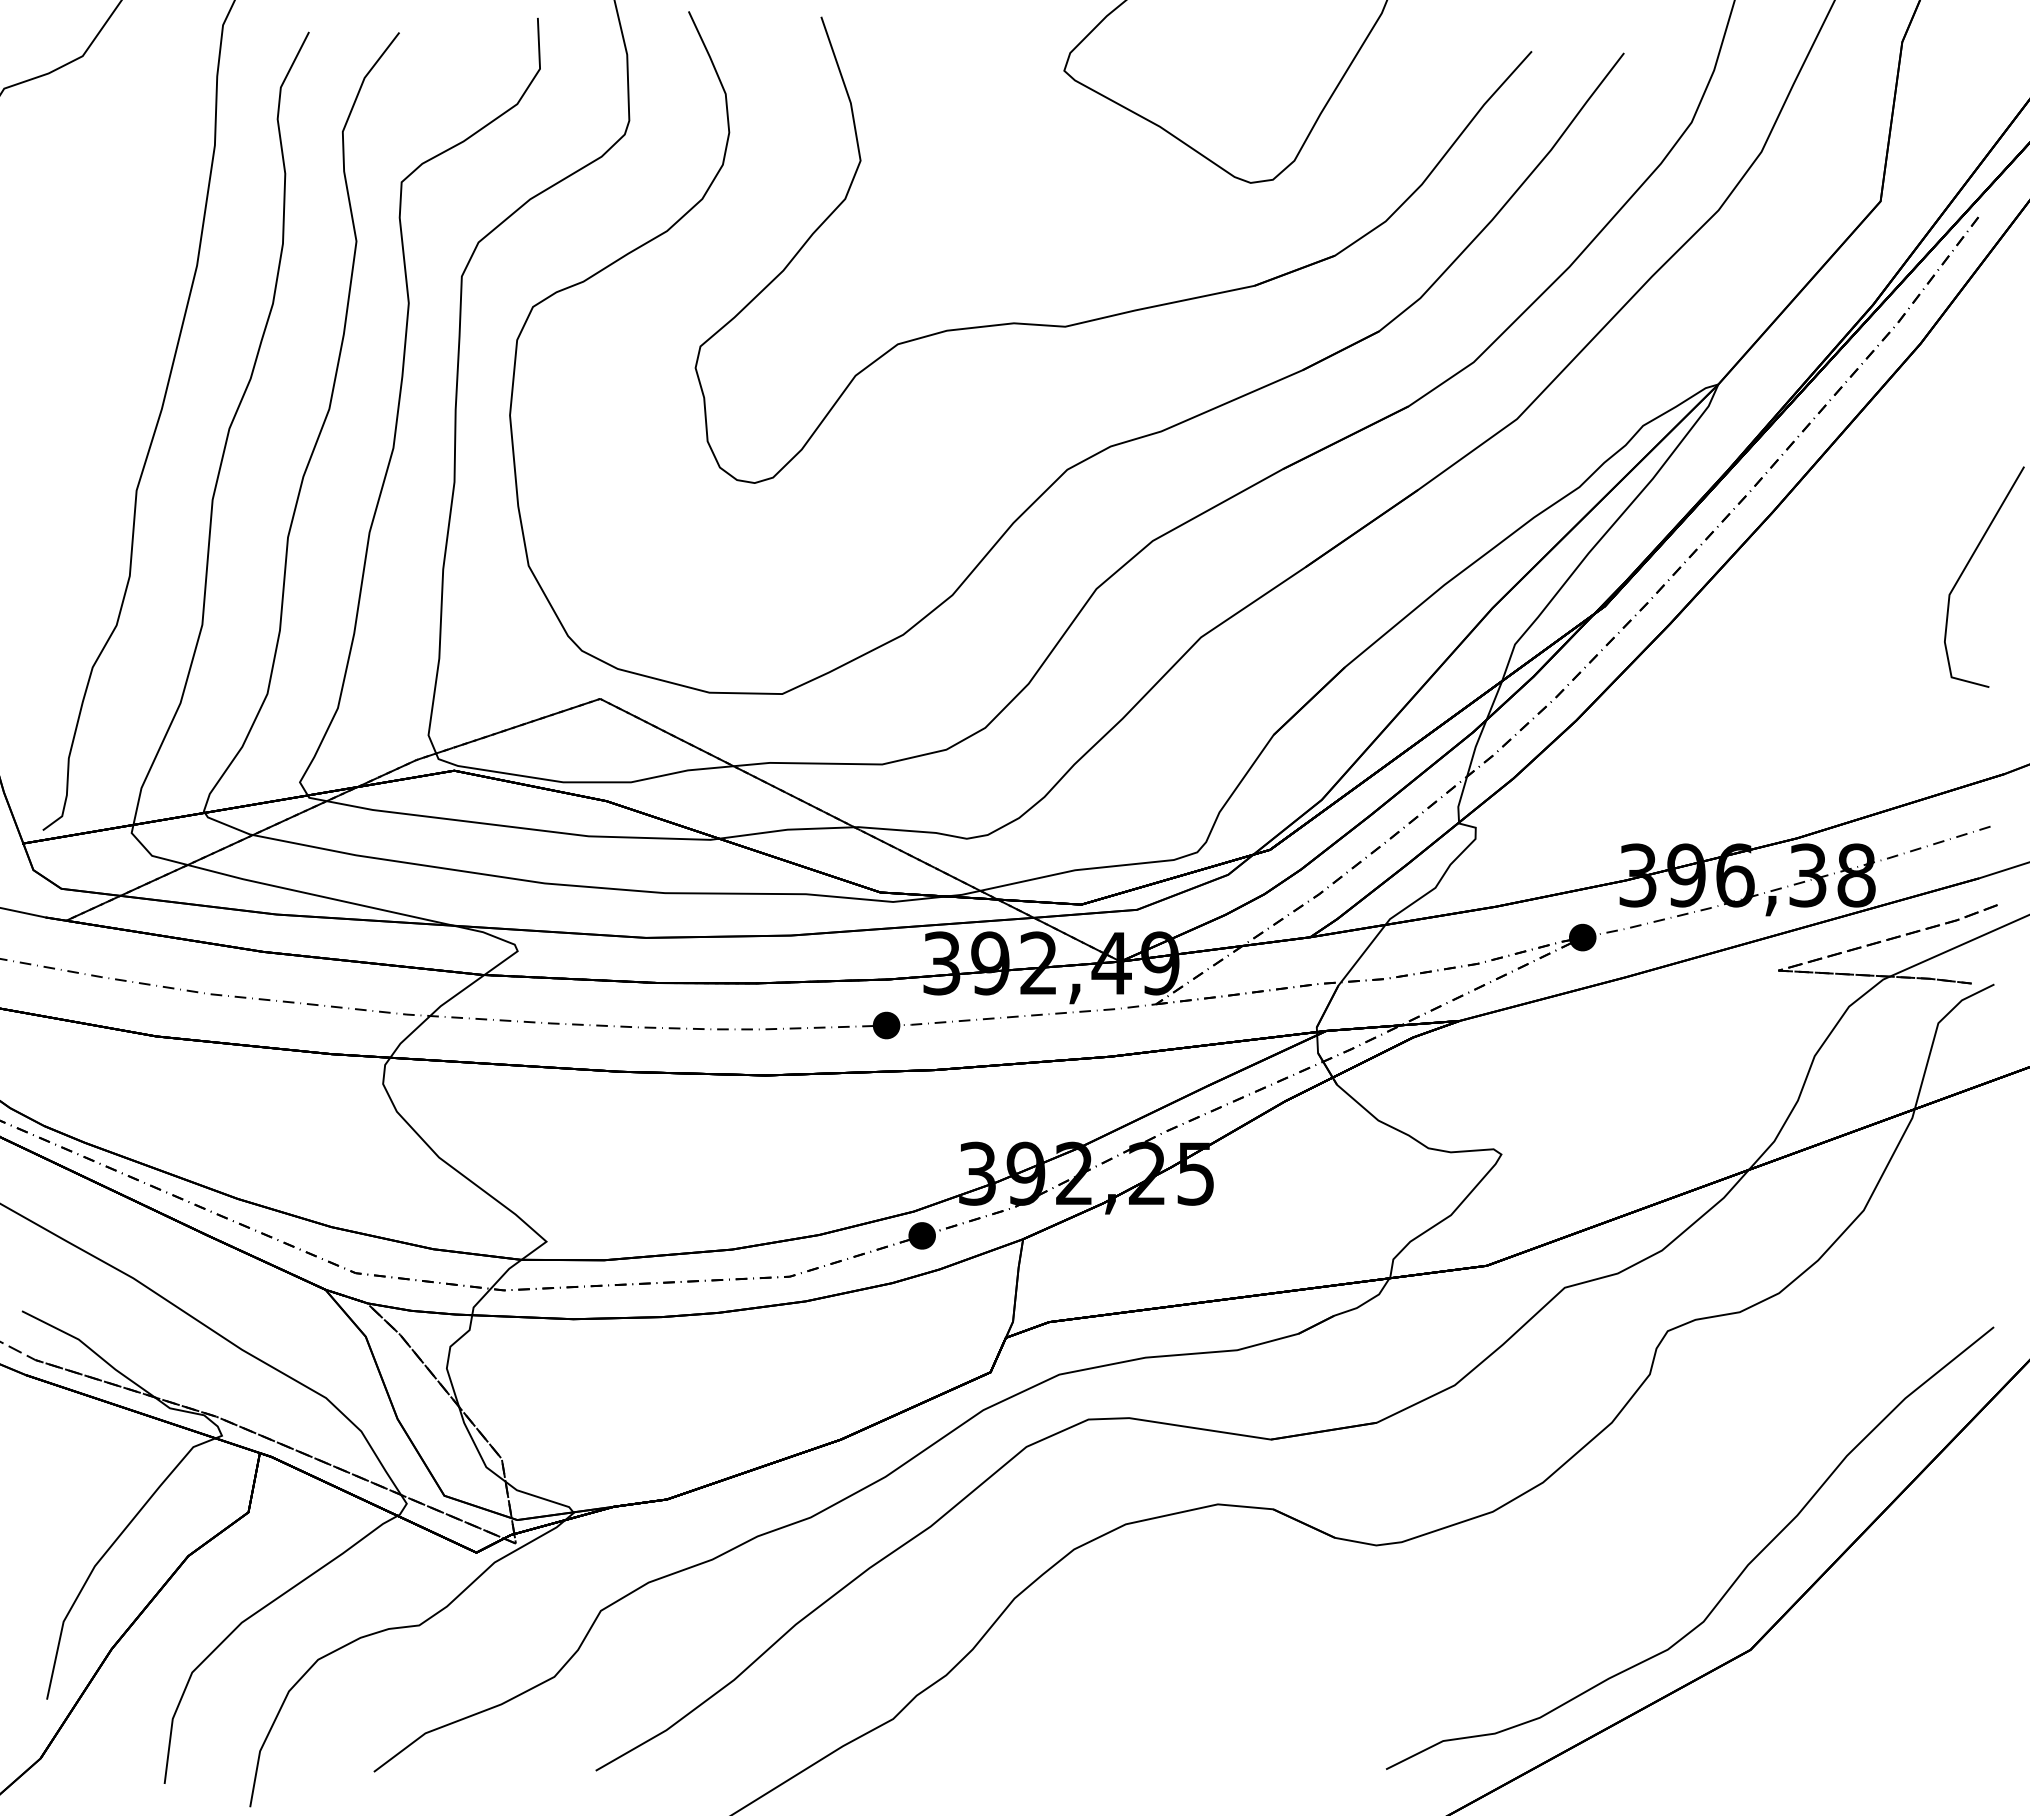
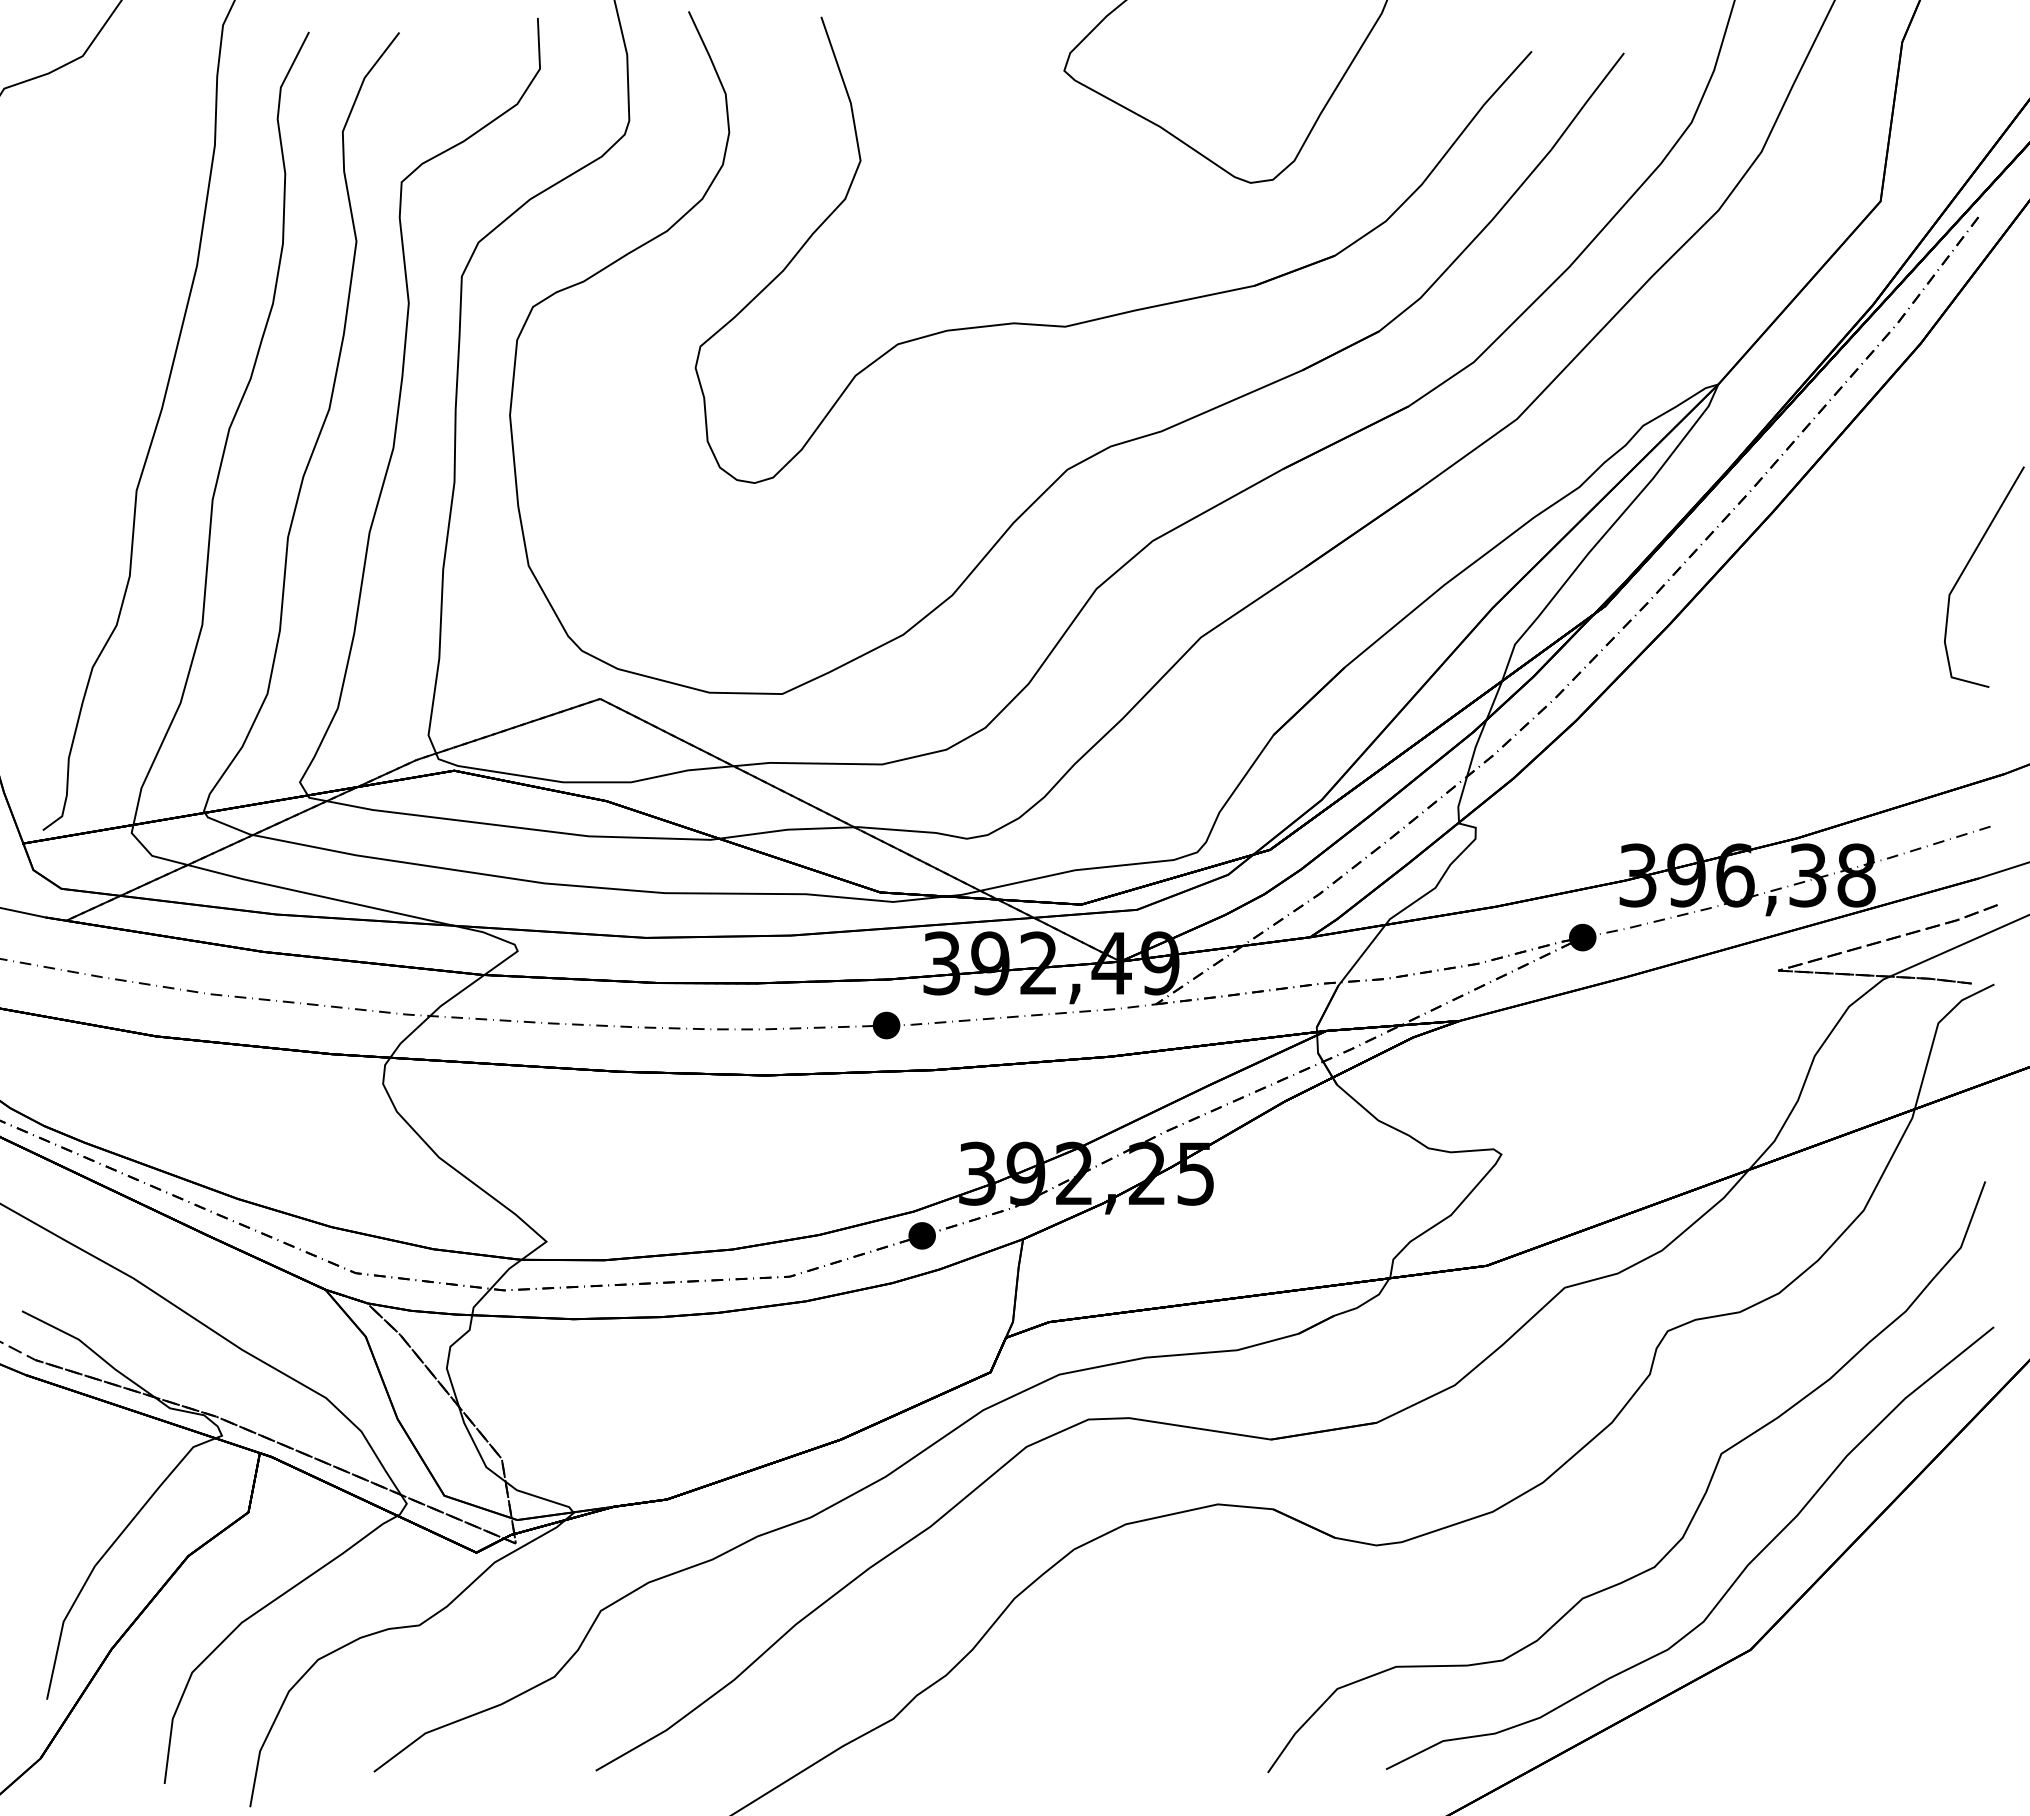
curve at (1694, 1512): none -> present
